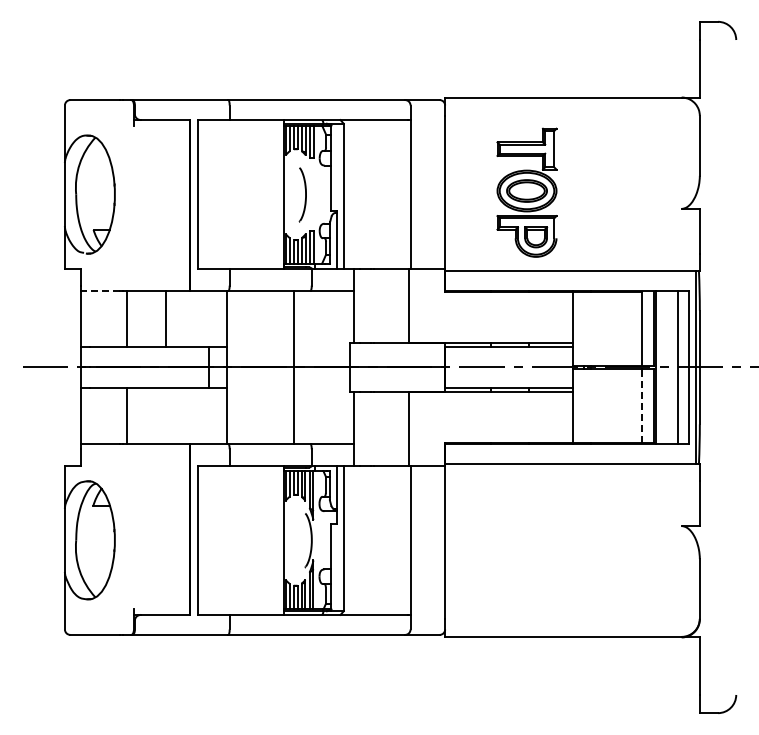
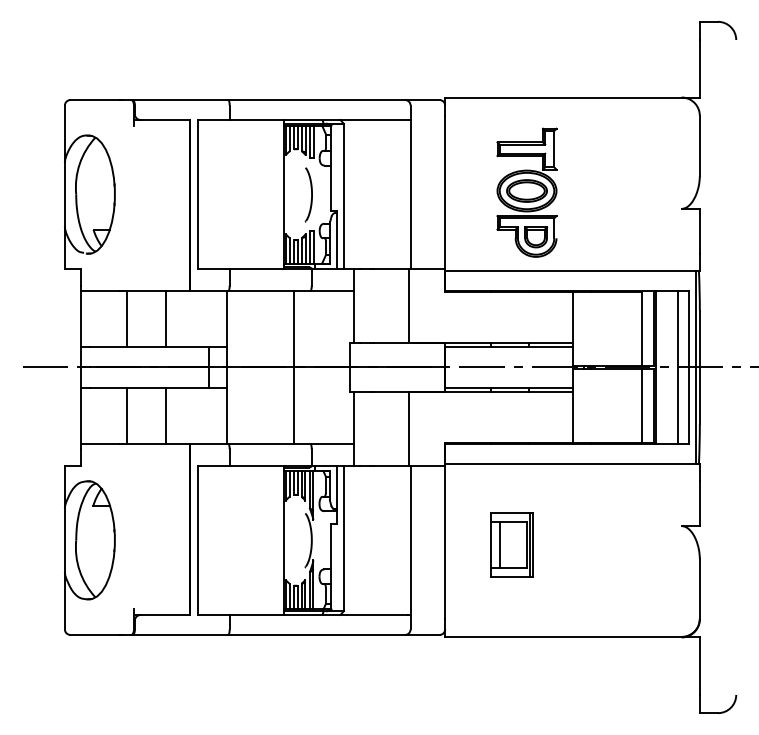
curve at (305, 194) position: (305, 194) -> (311, 194)
line at (100, 291): dashed -> solid
line at (641, 406): dashed -> solid
line at (165, 415): none -> present
part at (511, 544): none -> present
